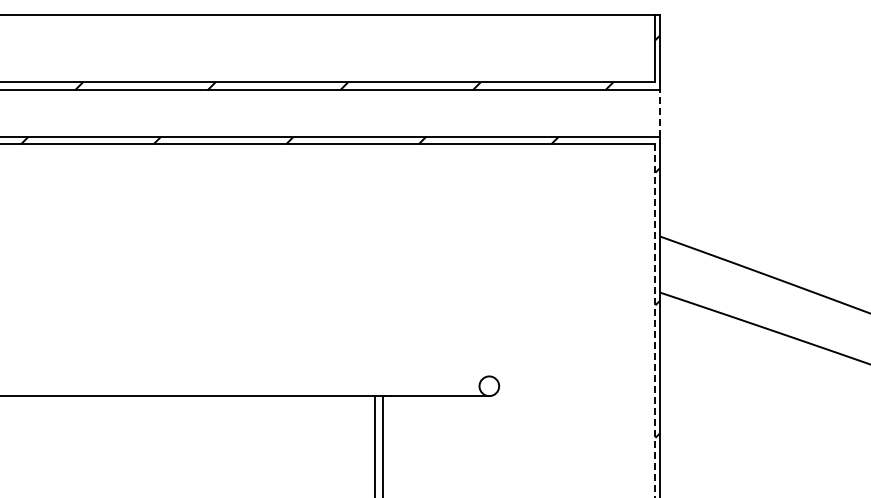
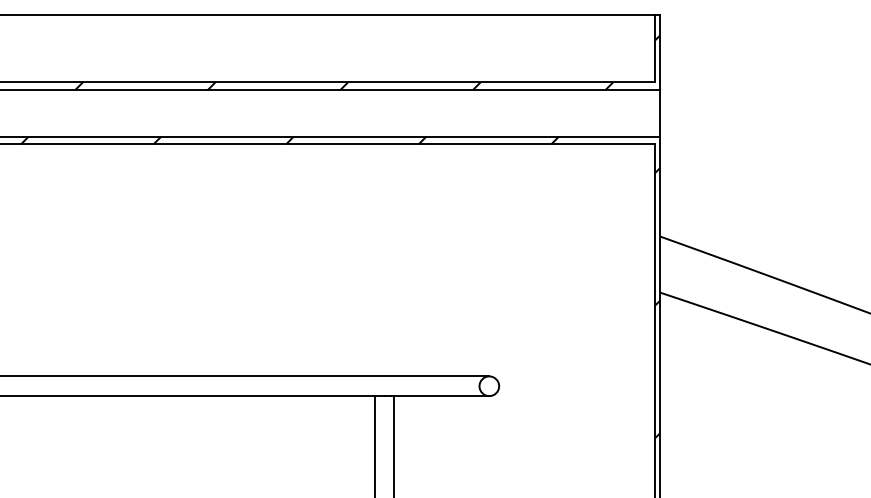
line at (660, 112): dashed -> solid
line at (655, 320): dashed -> solid
line at (245, 376): none -> present
line at (383, 445) position: (383, 445) -> (394, 445)
